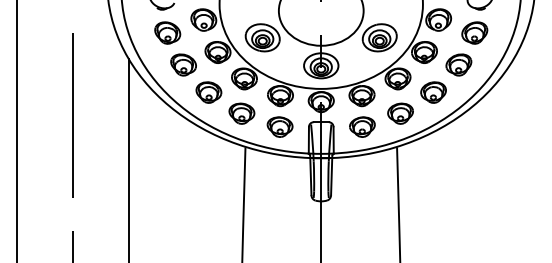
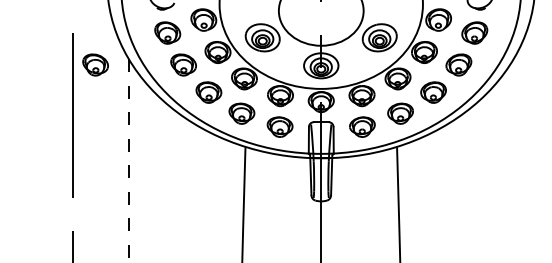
part at (95, 64): none -> present
line at (16, 130): present -> none
line at (128, 161): solid -> dashed
